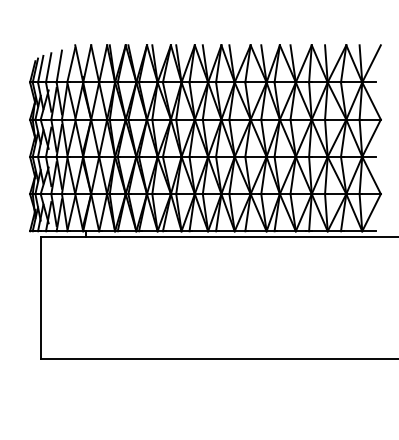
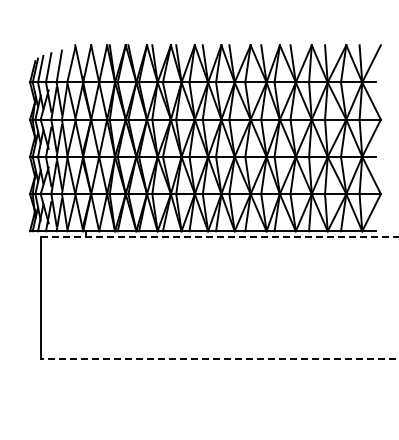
line at (219, 236): solid -> dashed
line at (219, 358): solid -> dashed
